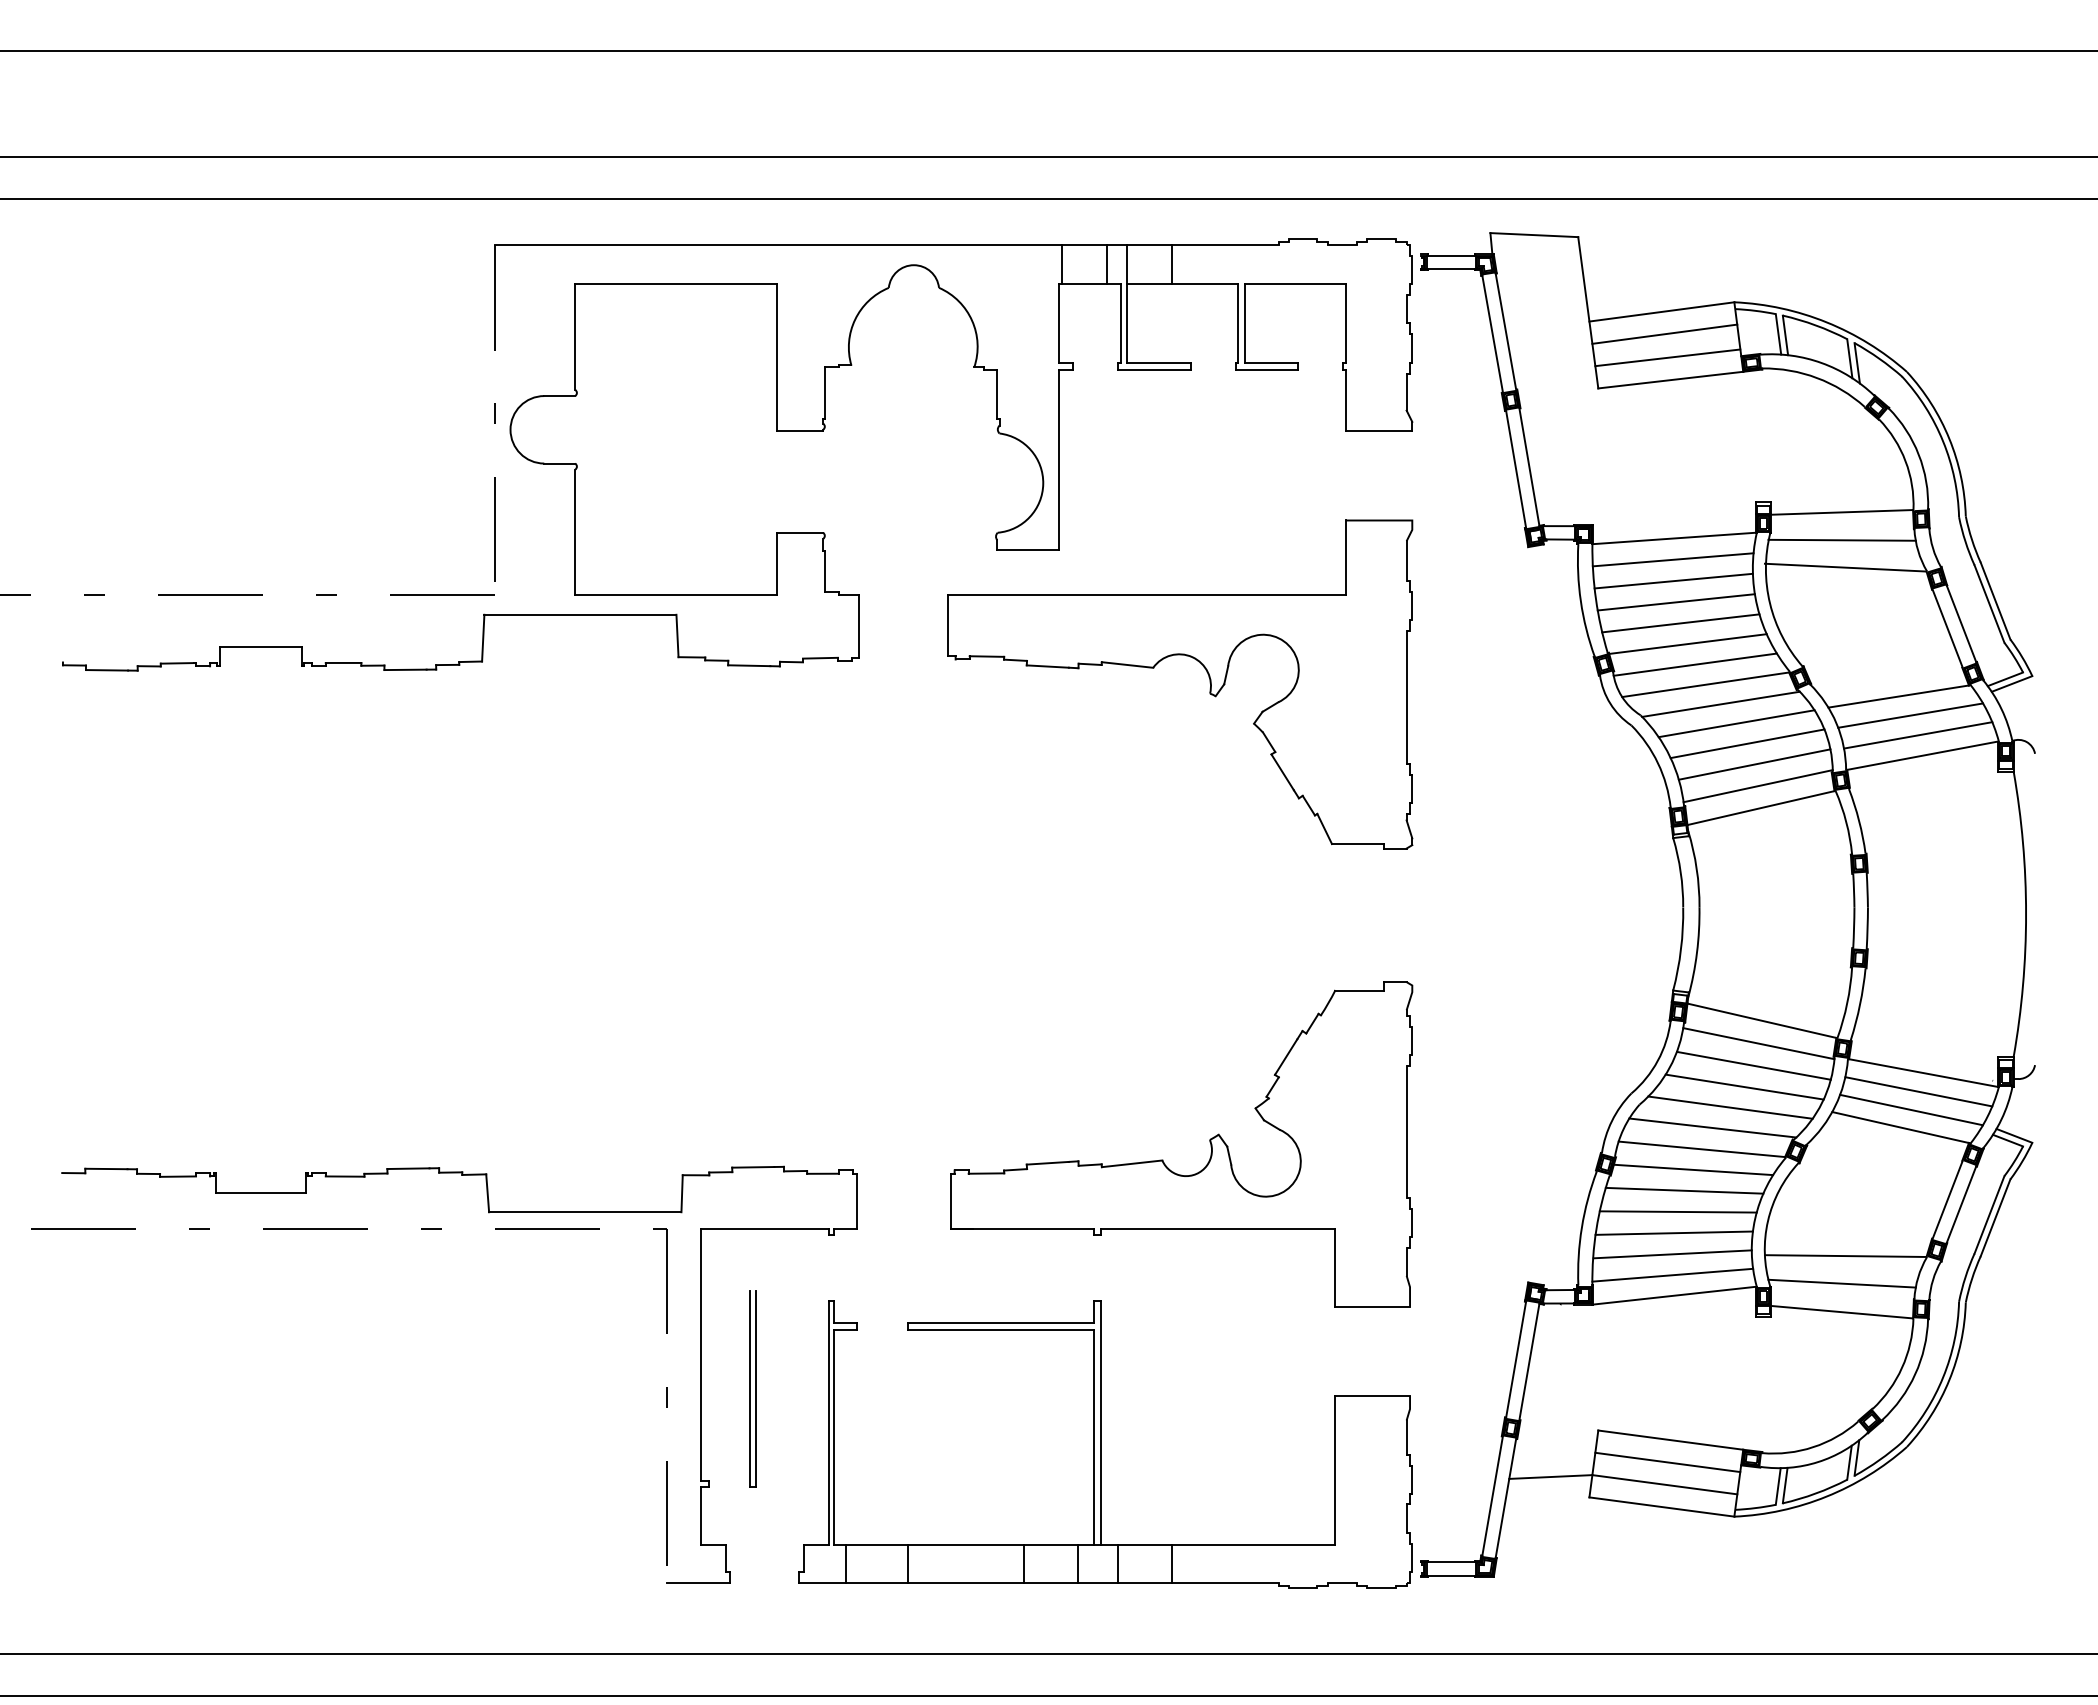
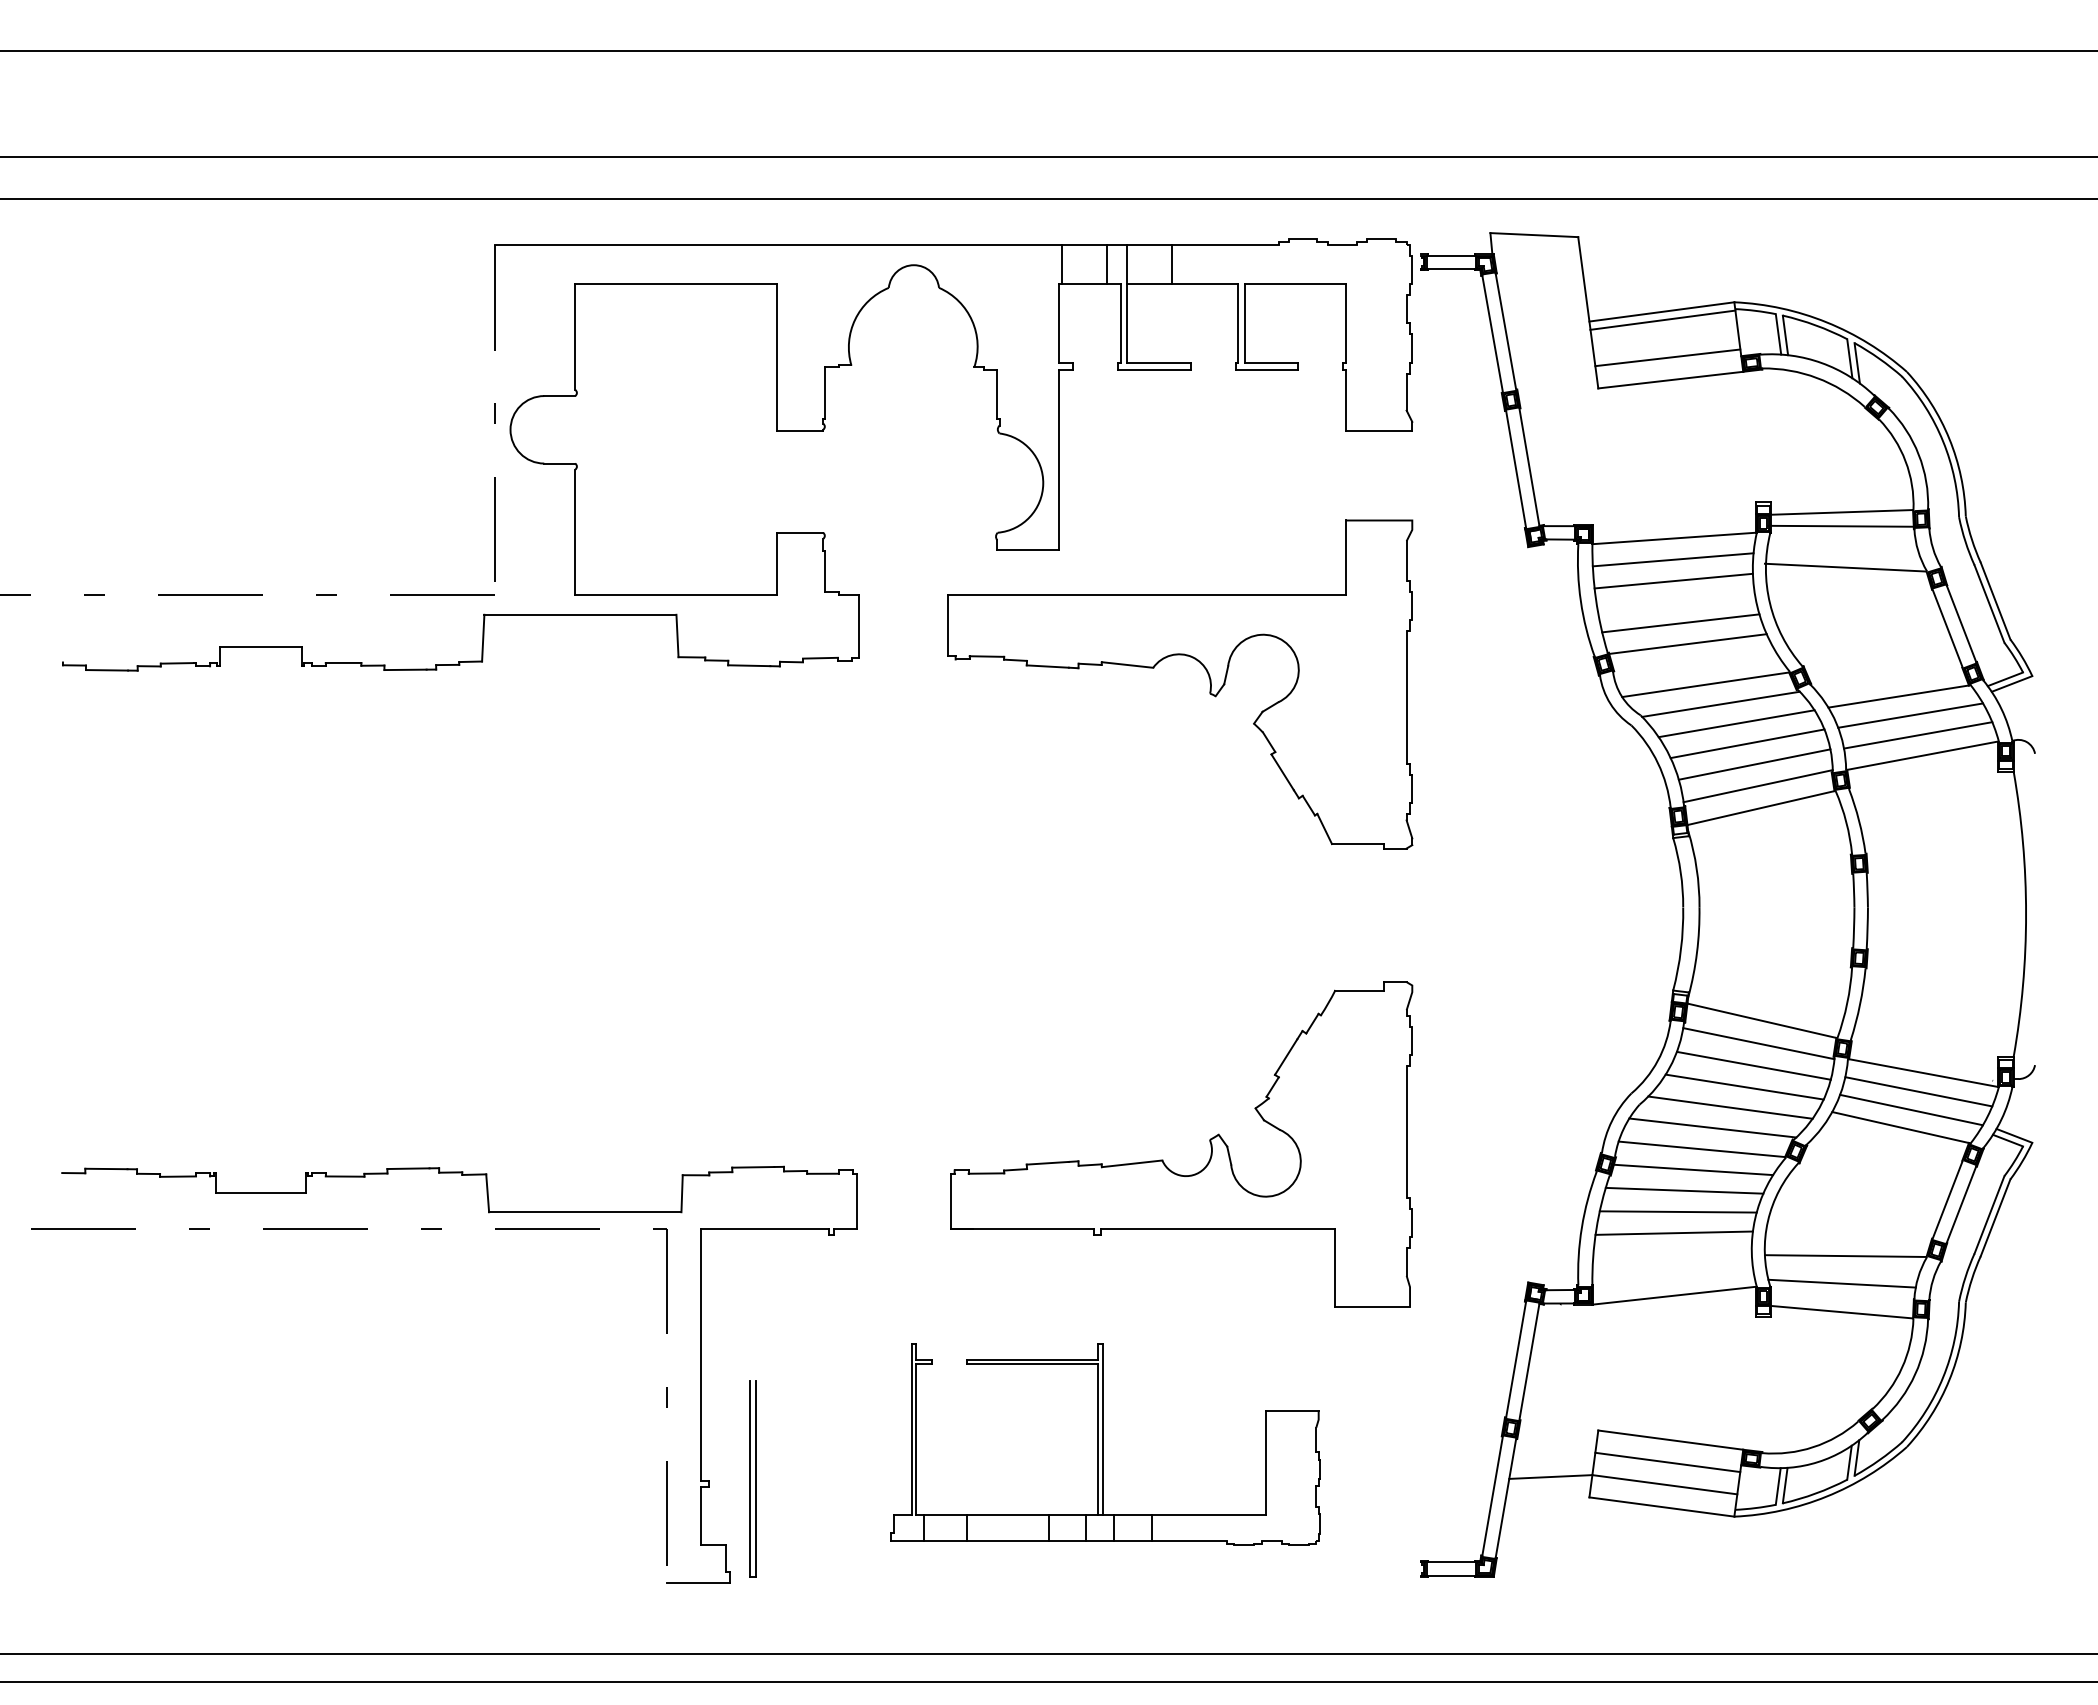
line at (1664, 333) position: (1664, 333) -> (1662, 319)
line at (1841, 539) position: (1841, 539) -> (1841, 525)
line at (1675, 602): present -> none
line at (1694, 664): present -> none
line at (1672, 1254): present -> none
line at (1672, 1274): present -> none
part at (752, 1388) position: (752, 1388) -> (752, 1478)
part at (1105, 1444) size: 615x289 px -> 431x203 px
line at (1048, 1695) position: (1048, 1695) -> (1048, 1681)
